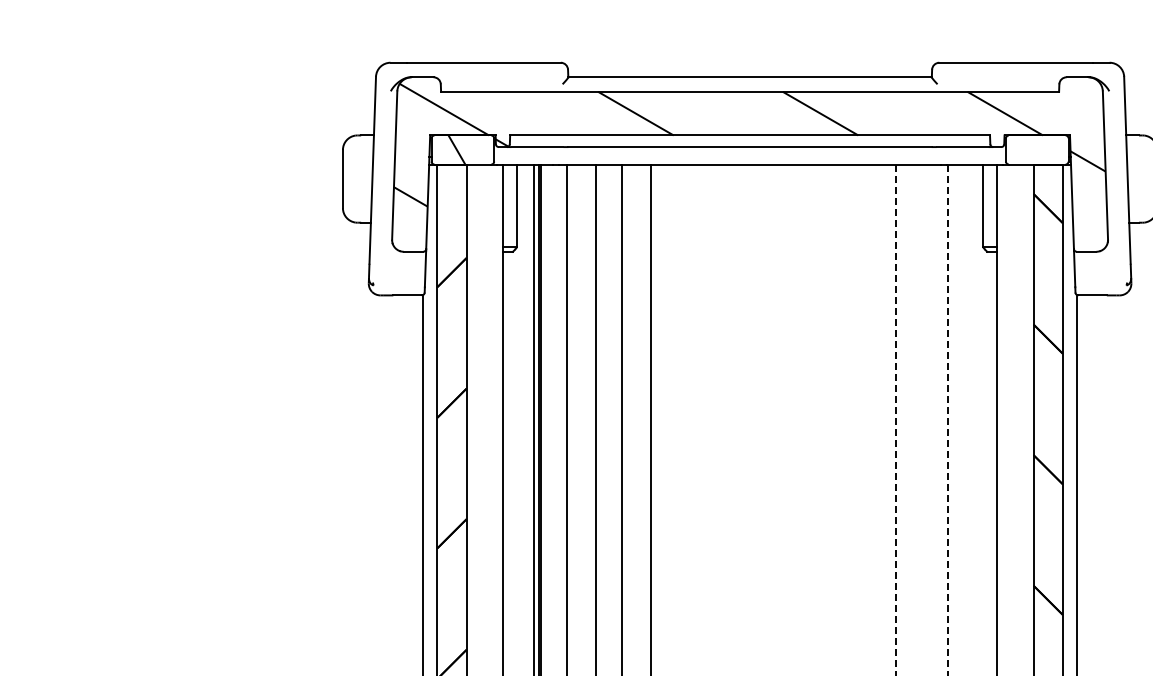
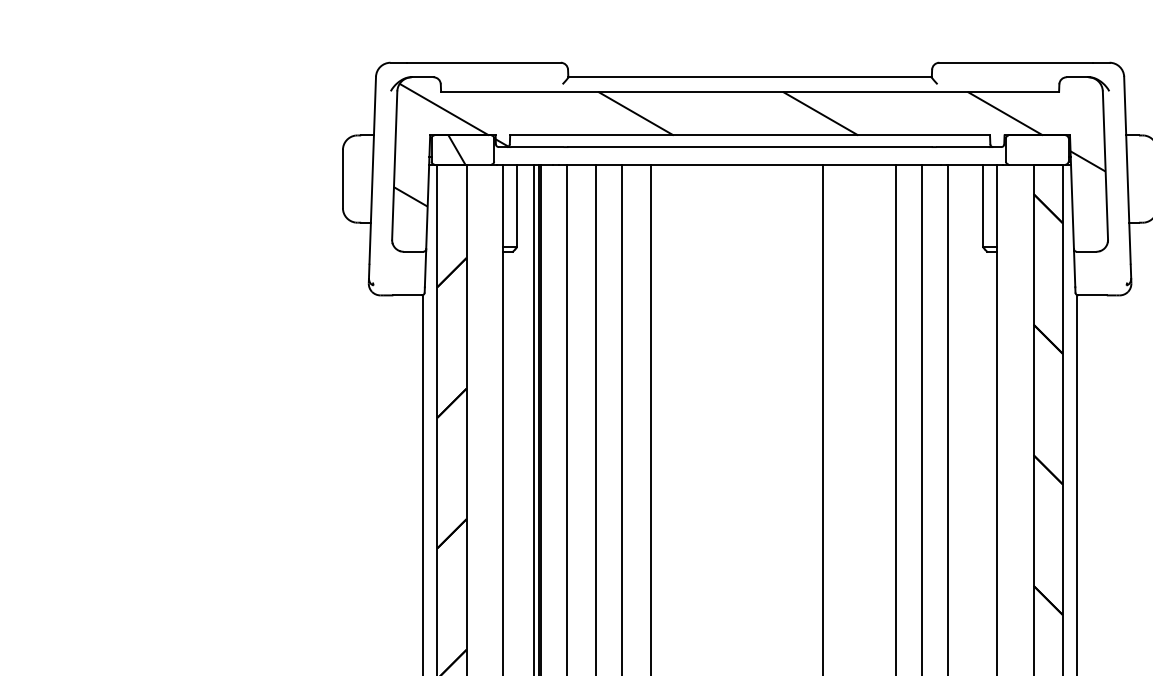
line at (822, 418): none -> present
line at (921, 418): none -> present
line at (895, 420): dashed -> solid
line at (947, 420): dashed -> solid
